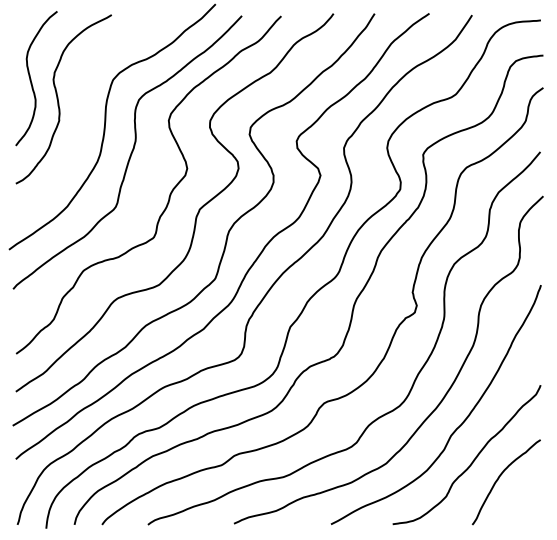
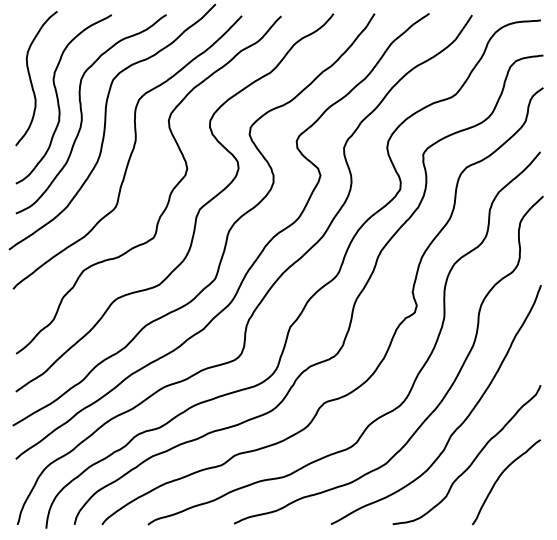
curve at (82, 114): none -> present
